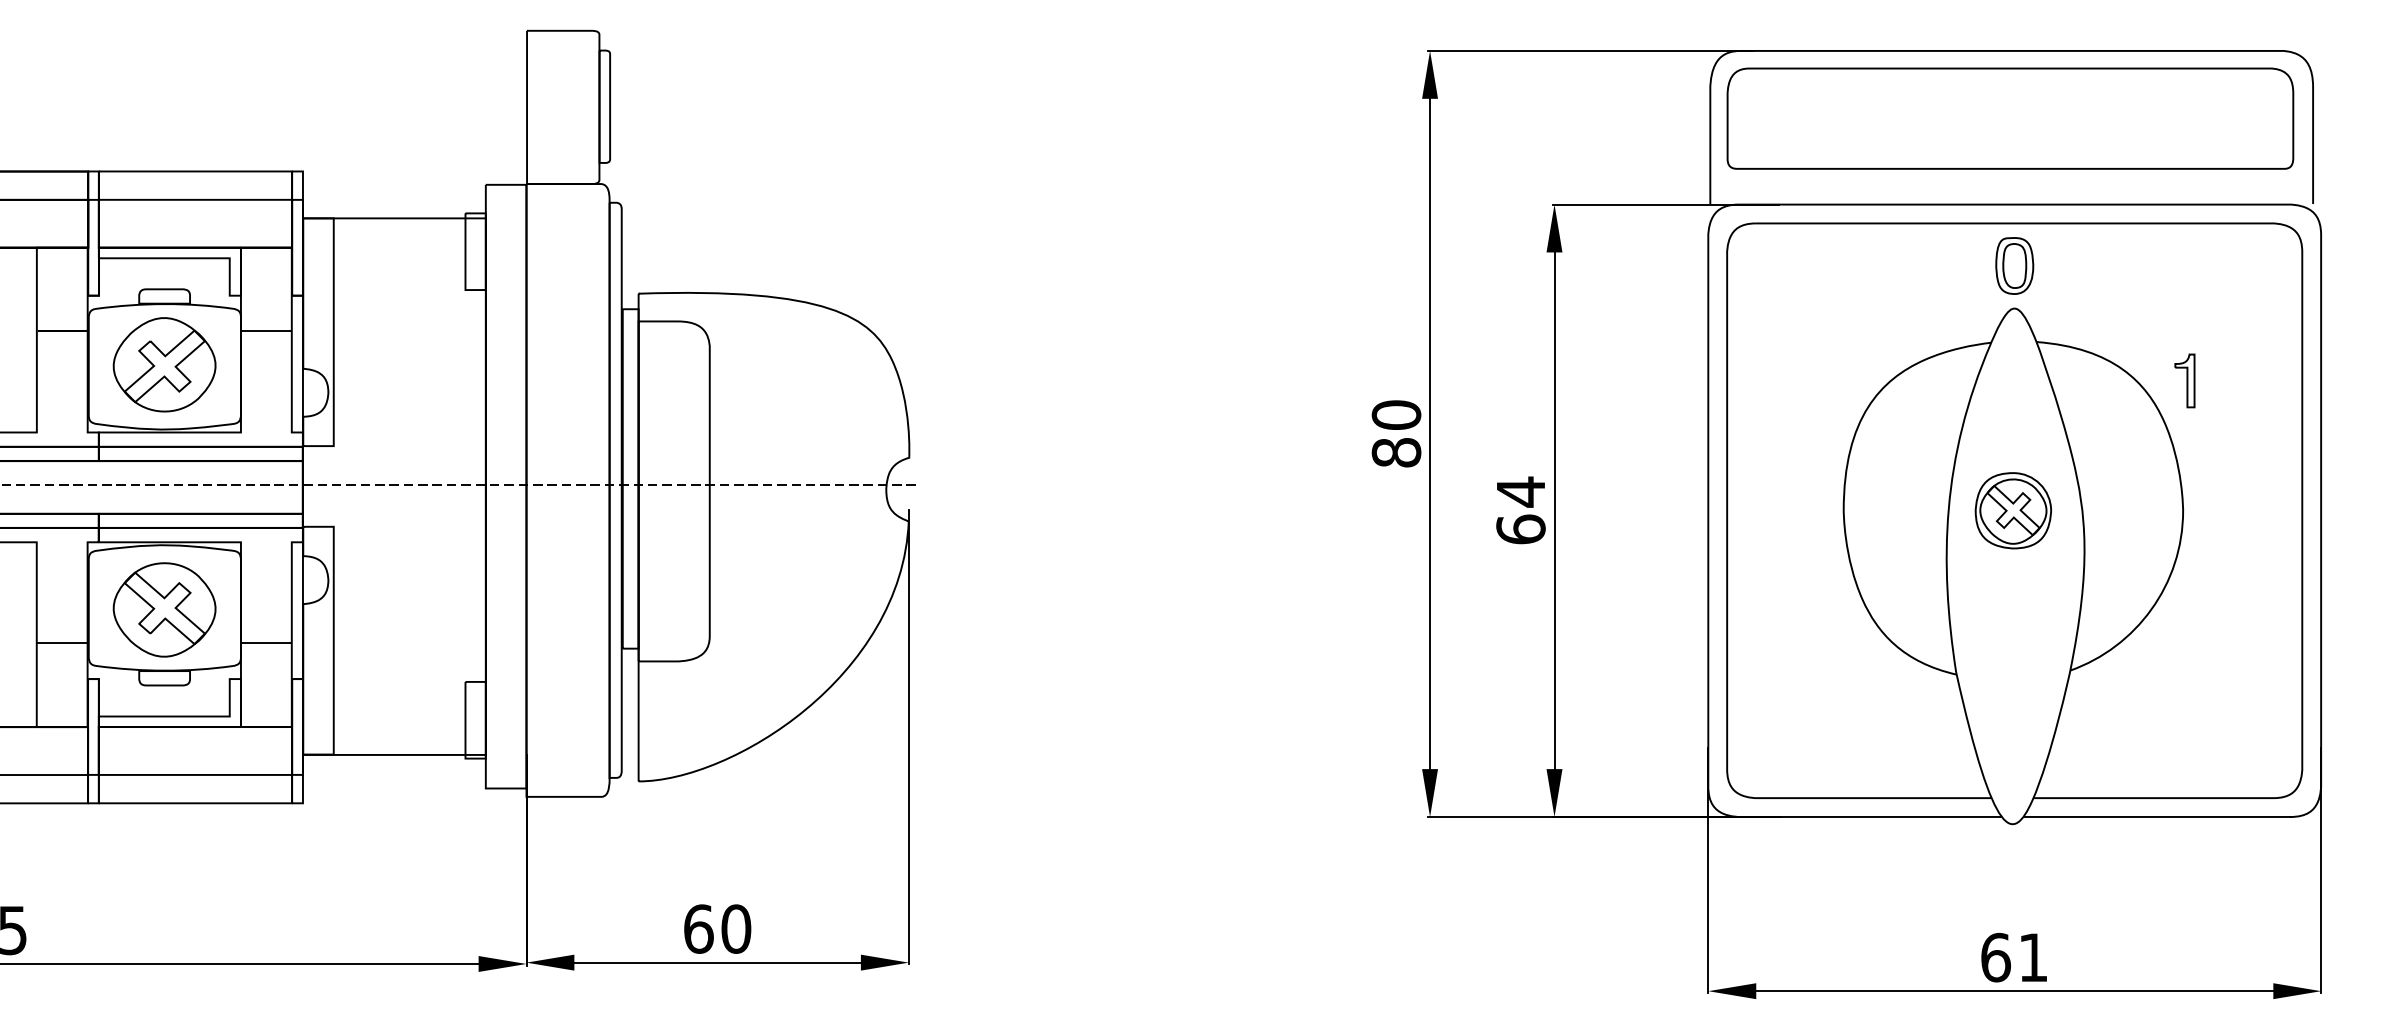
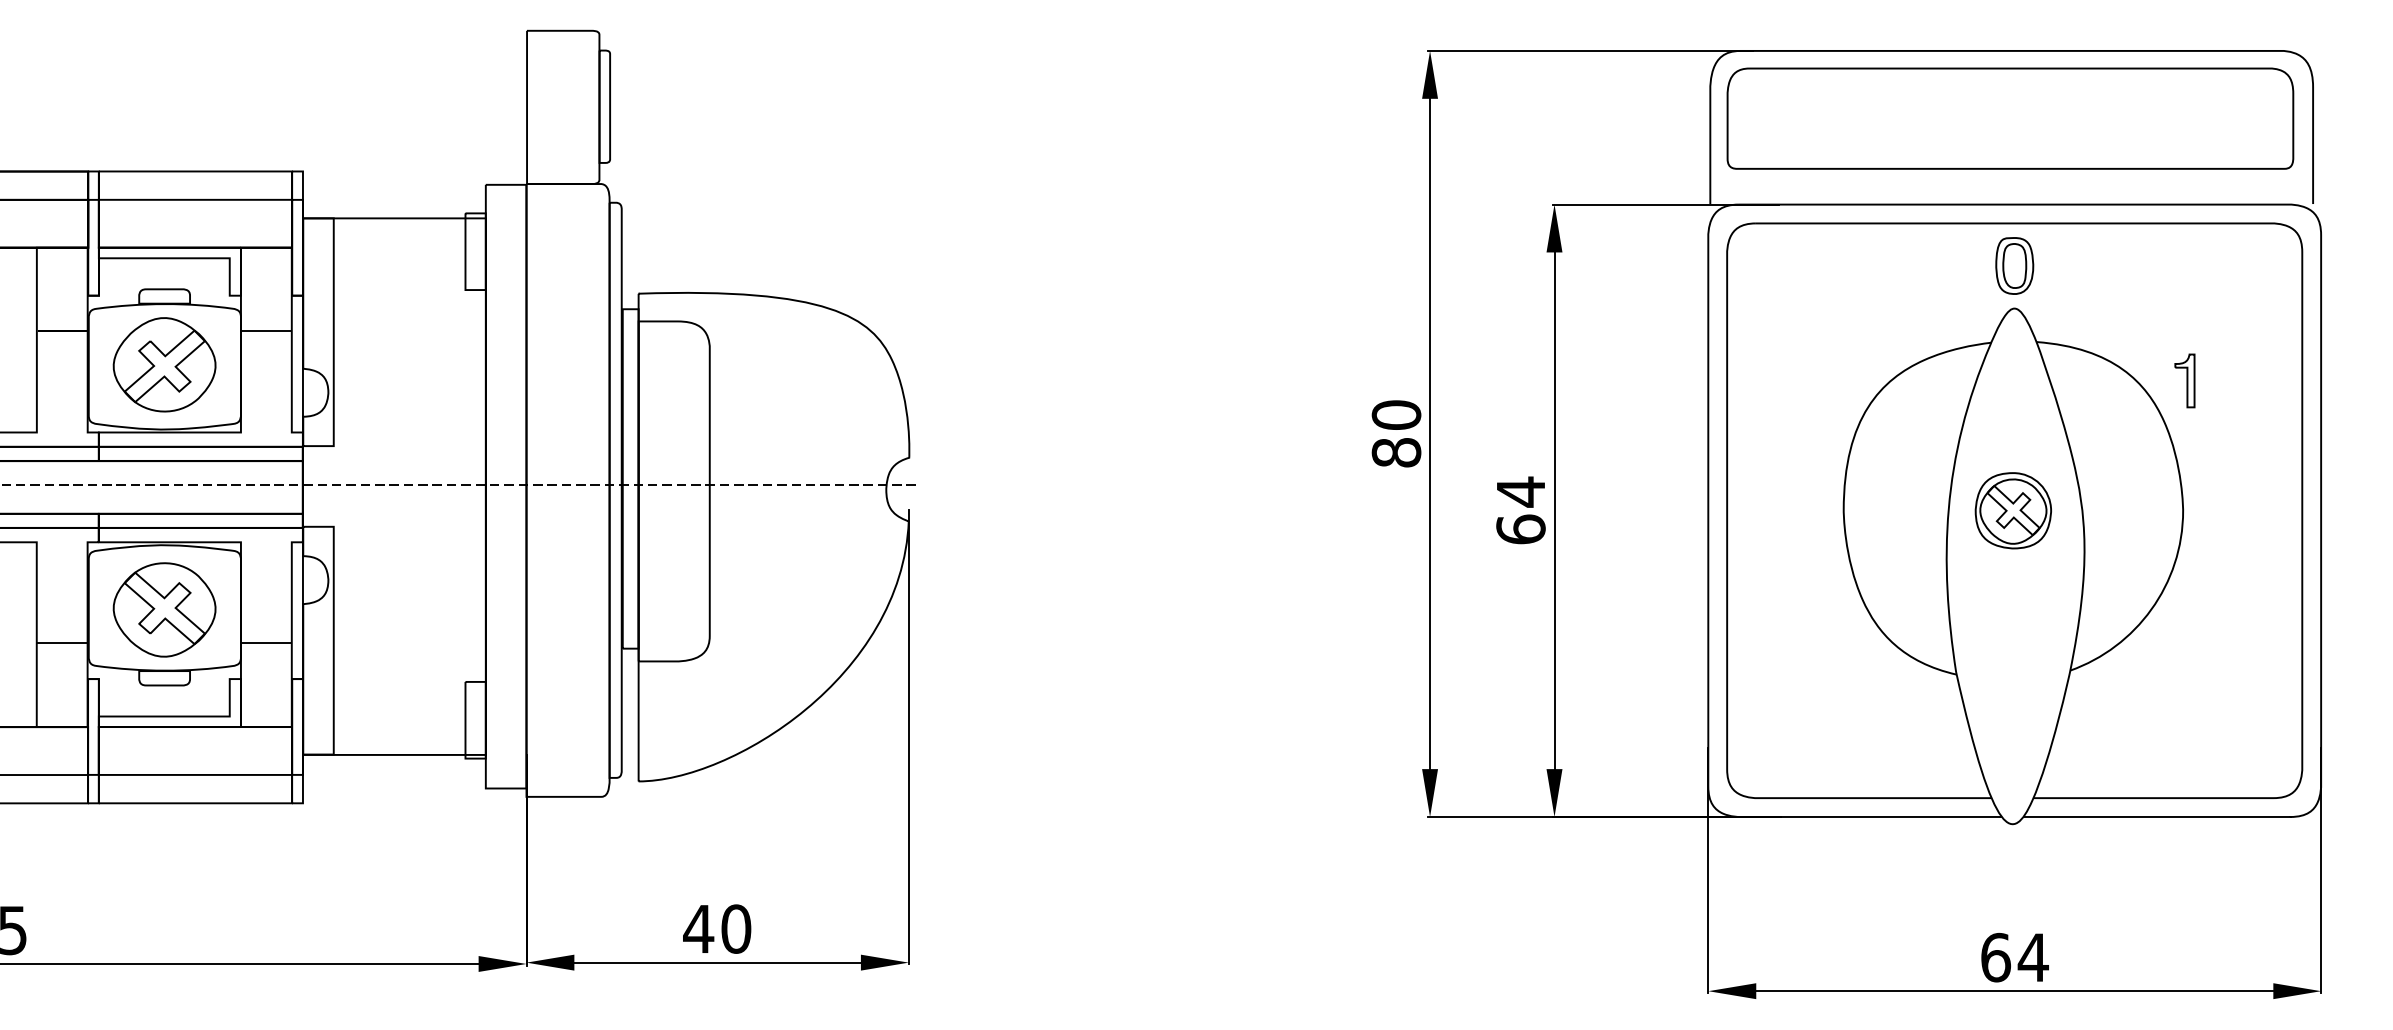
text at (698, 928): 60 -> 40
text at (2032, 957): 61 -> 64
